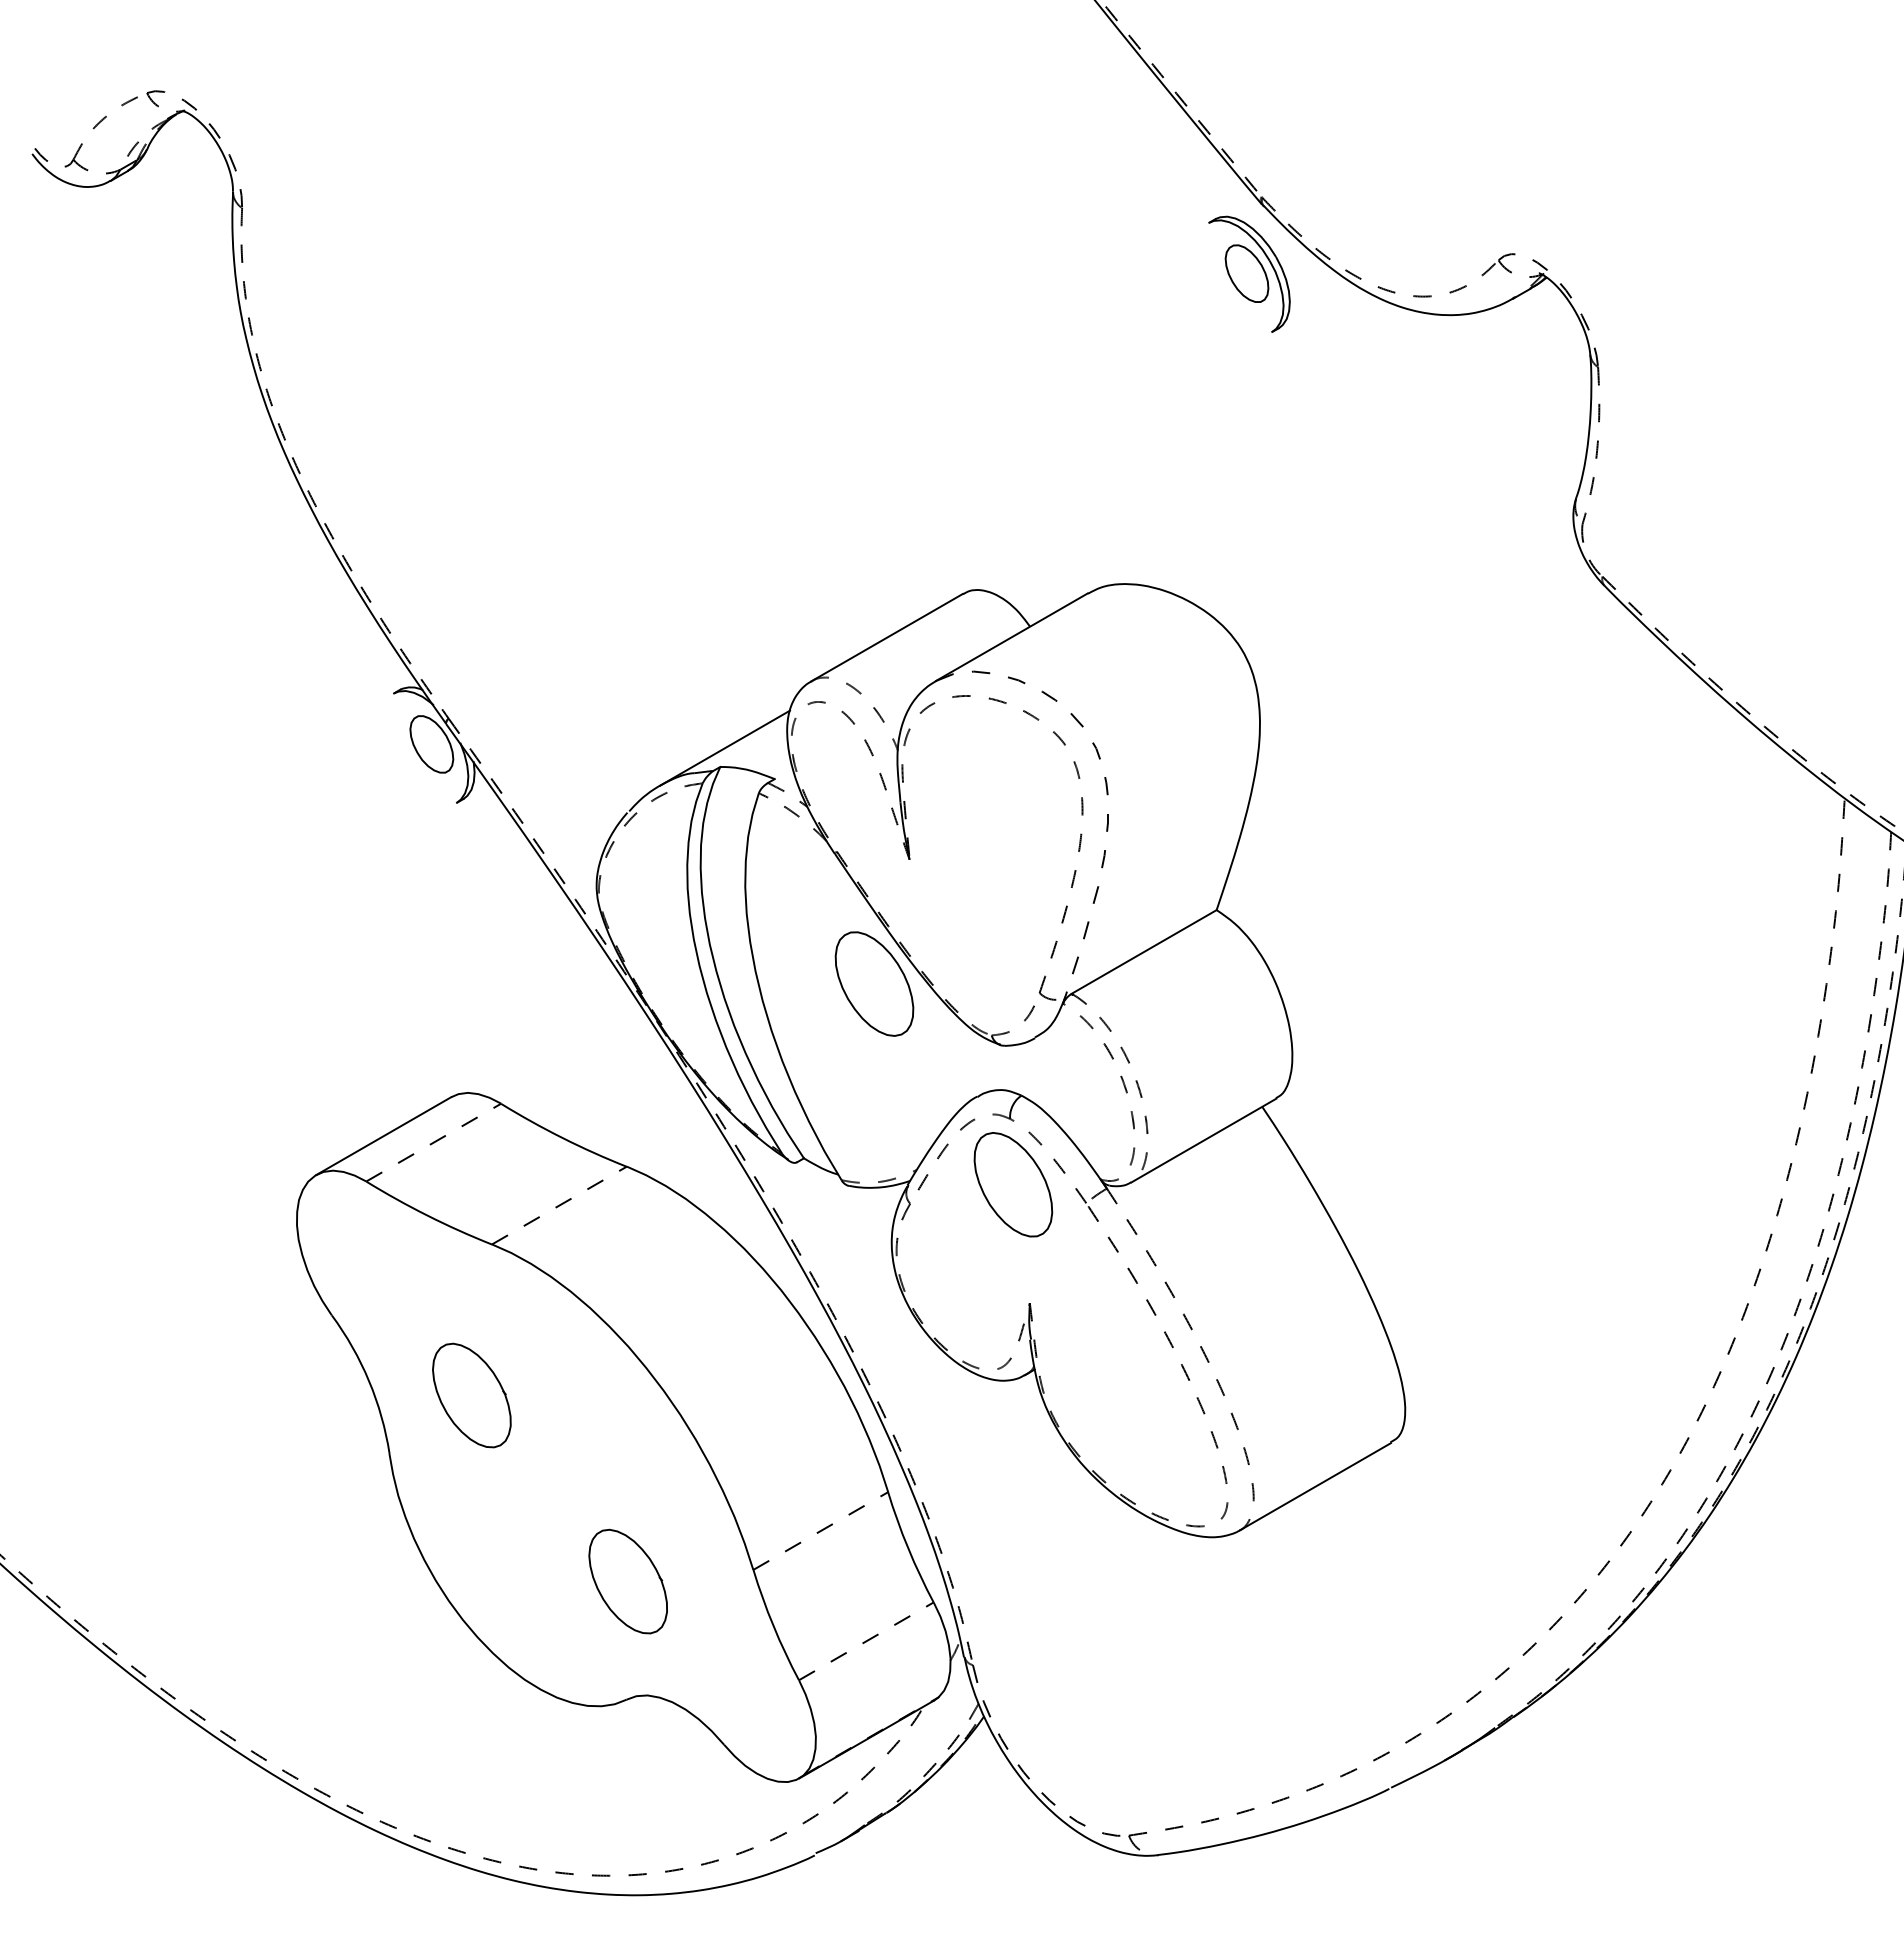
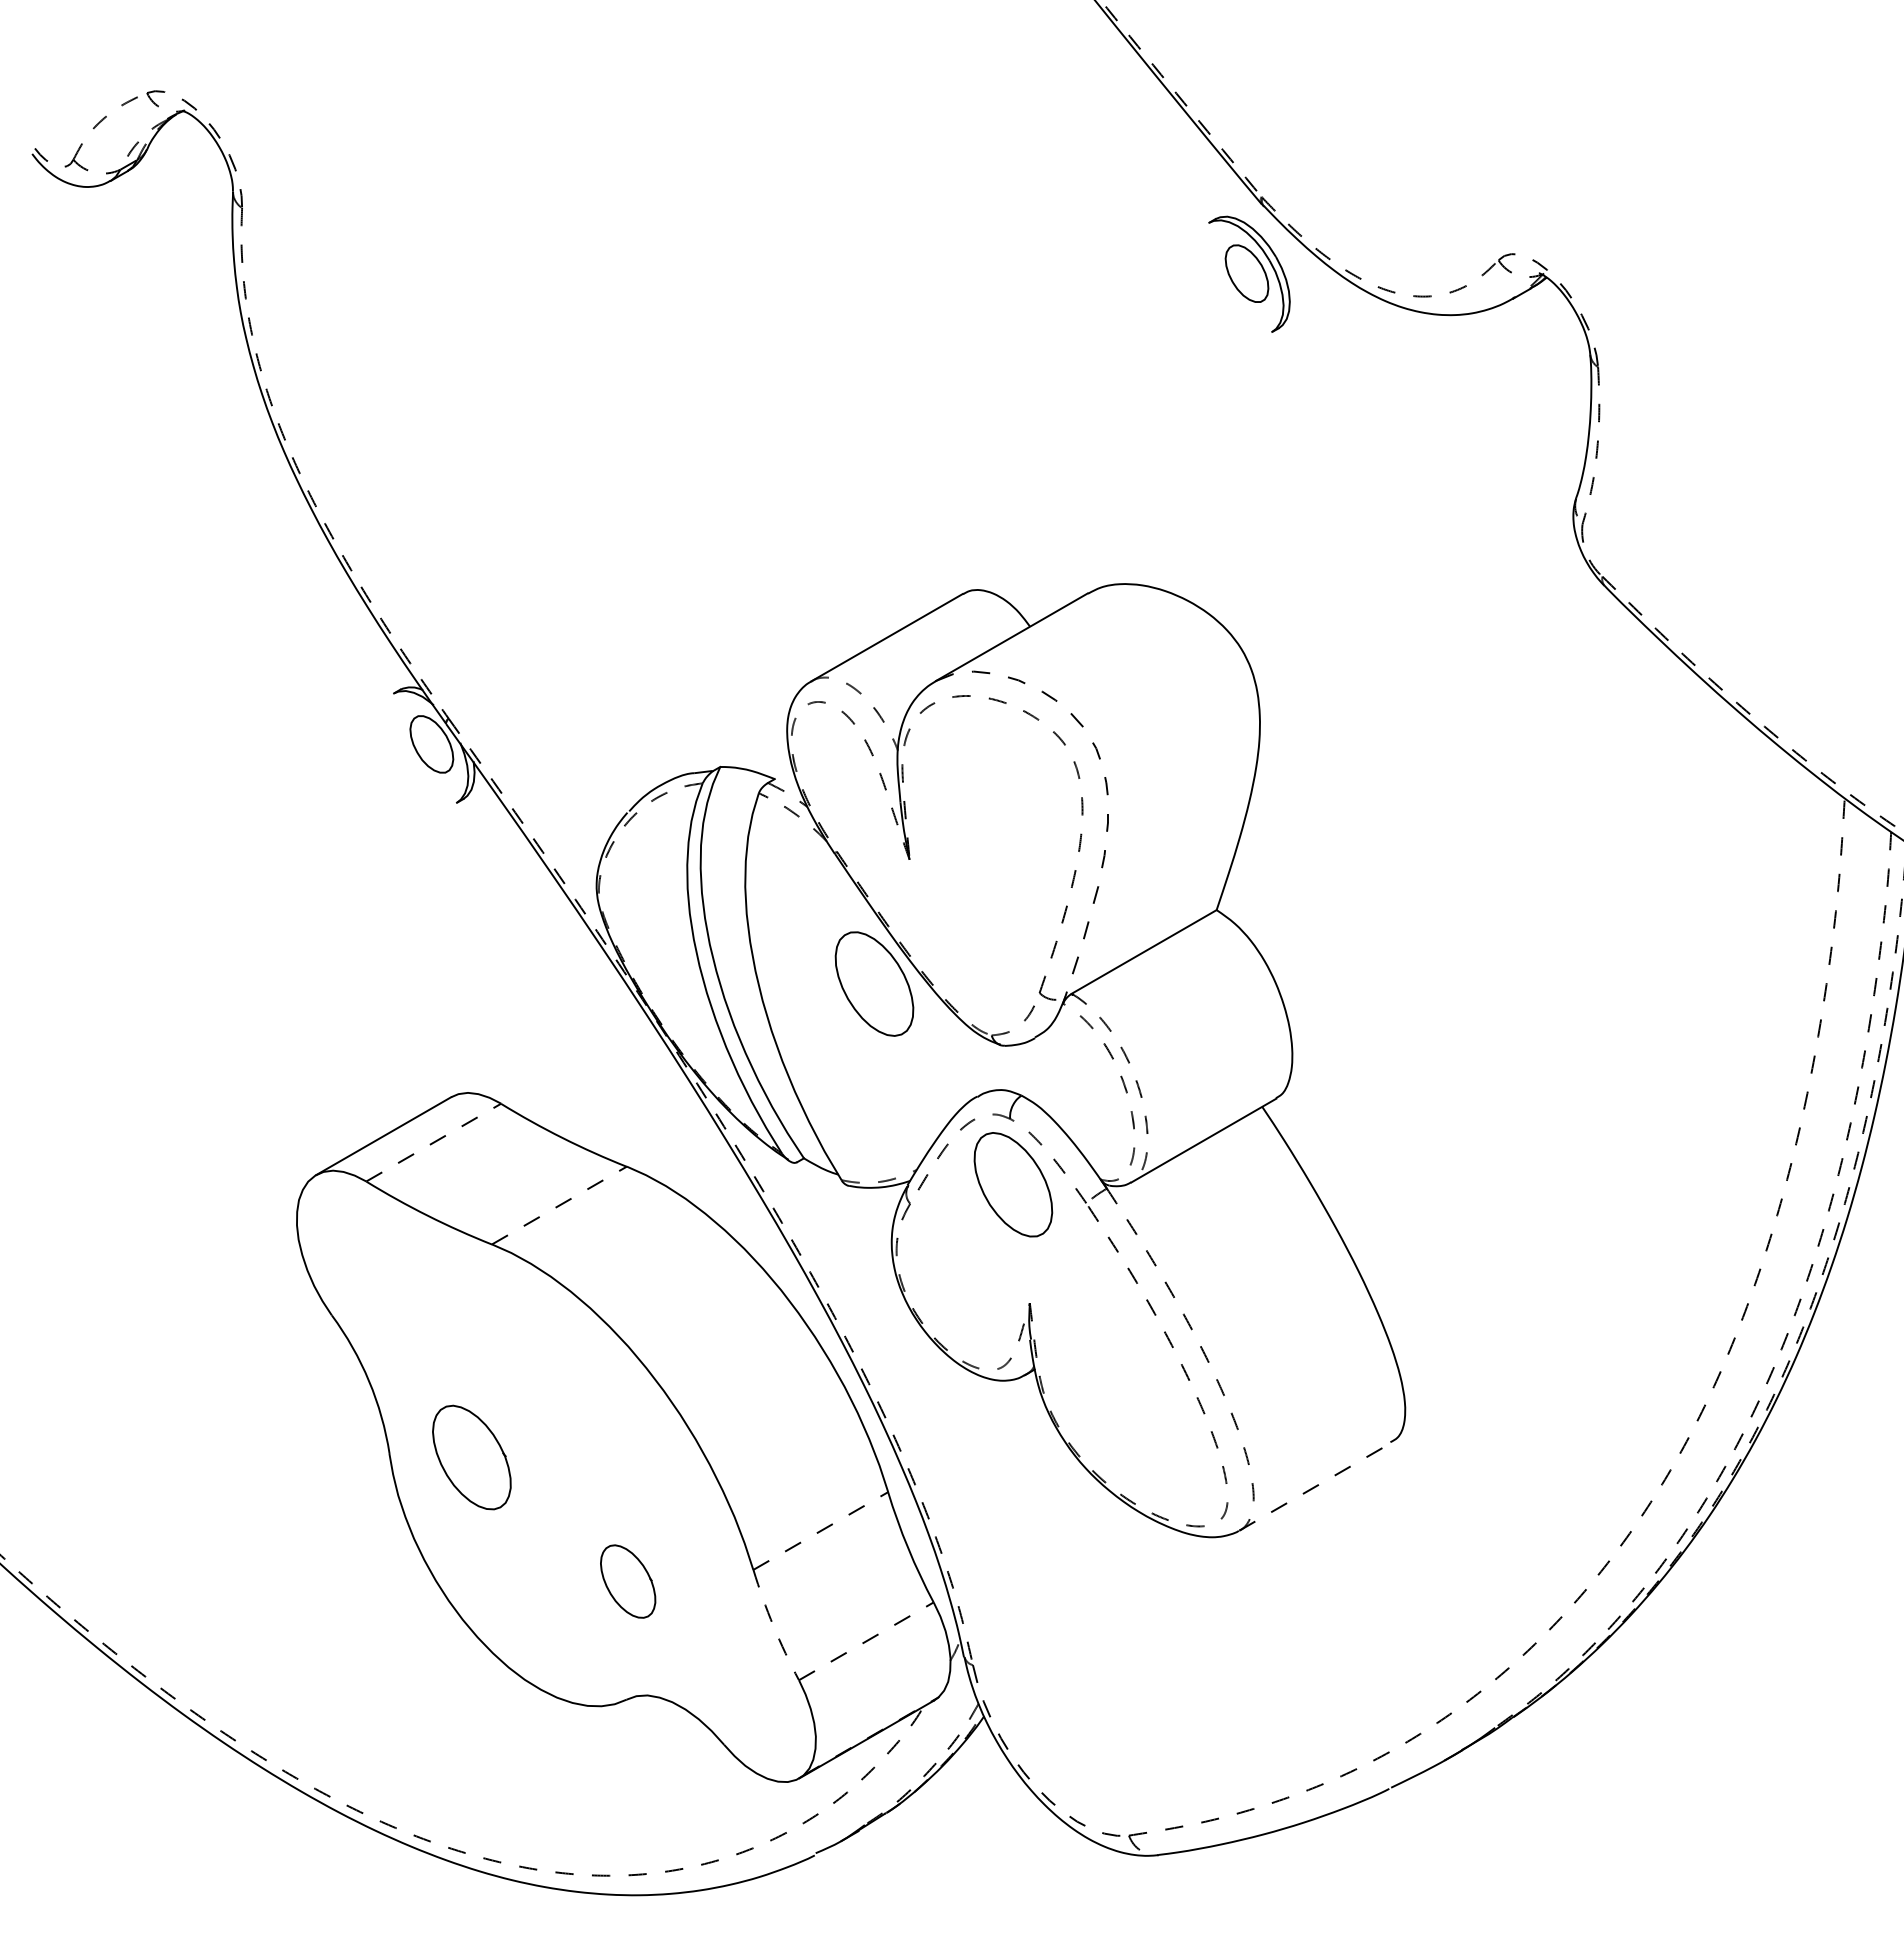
line at (725, 747): present -> none
part at (471, 1395) position: (471, 1395) -> (471, 1457)
line at (1315, 1486): solid -> dashed
part at (627, 1581) size: 80x107 px -> 57x75 px
arc at (773, 1626): solid -> dashed
